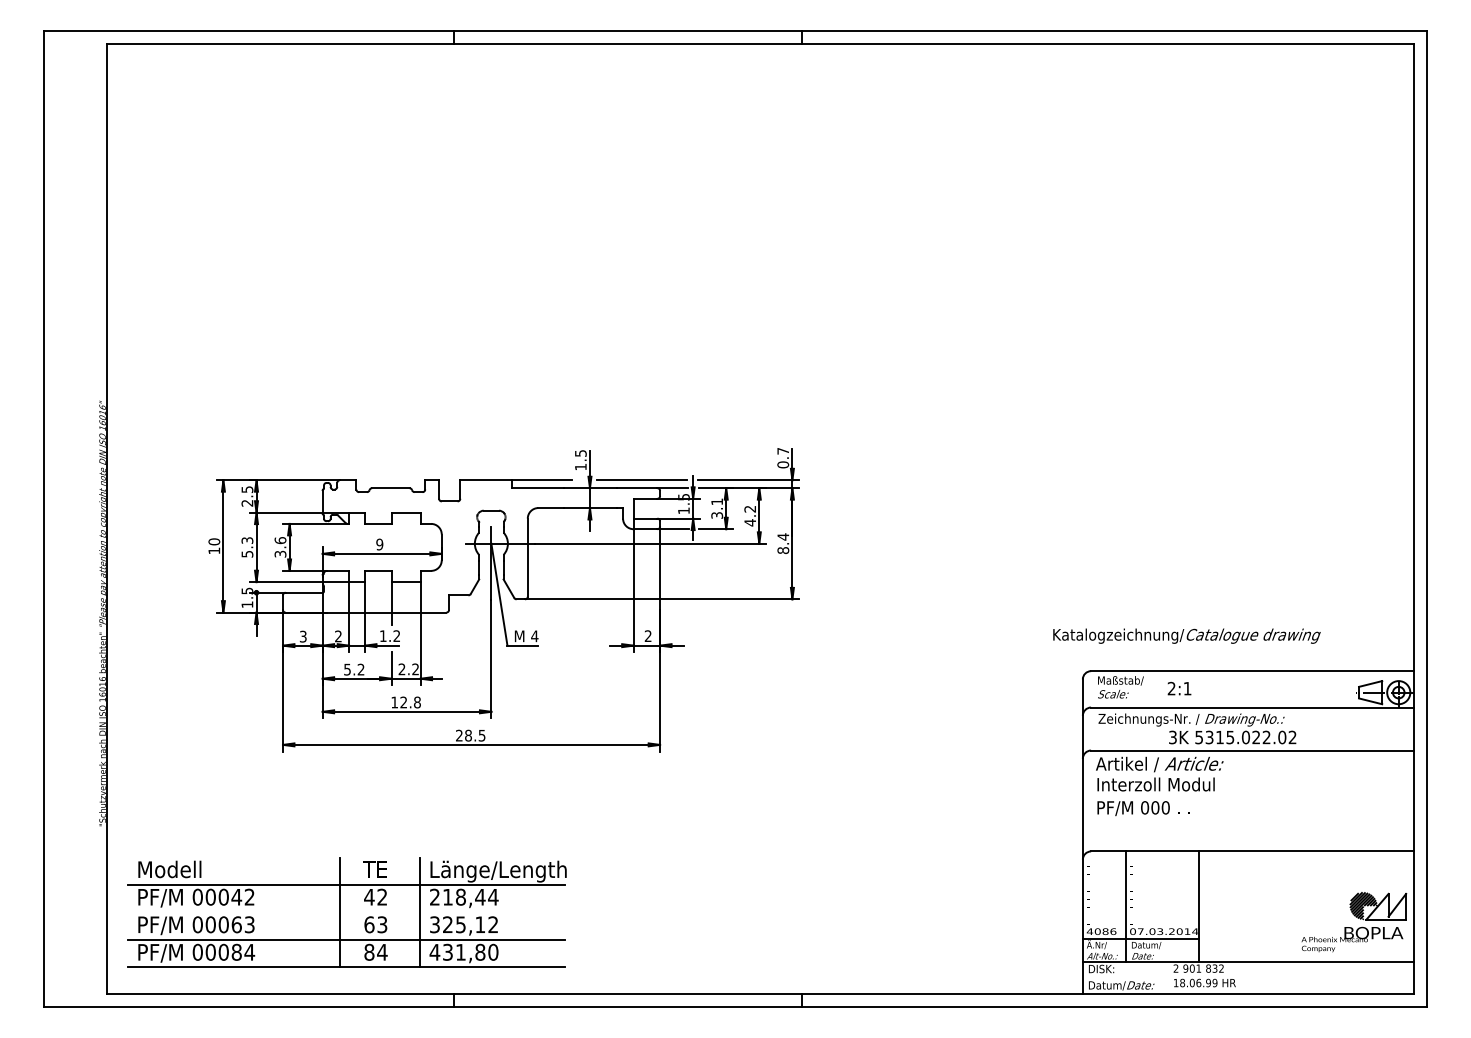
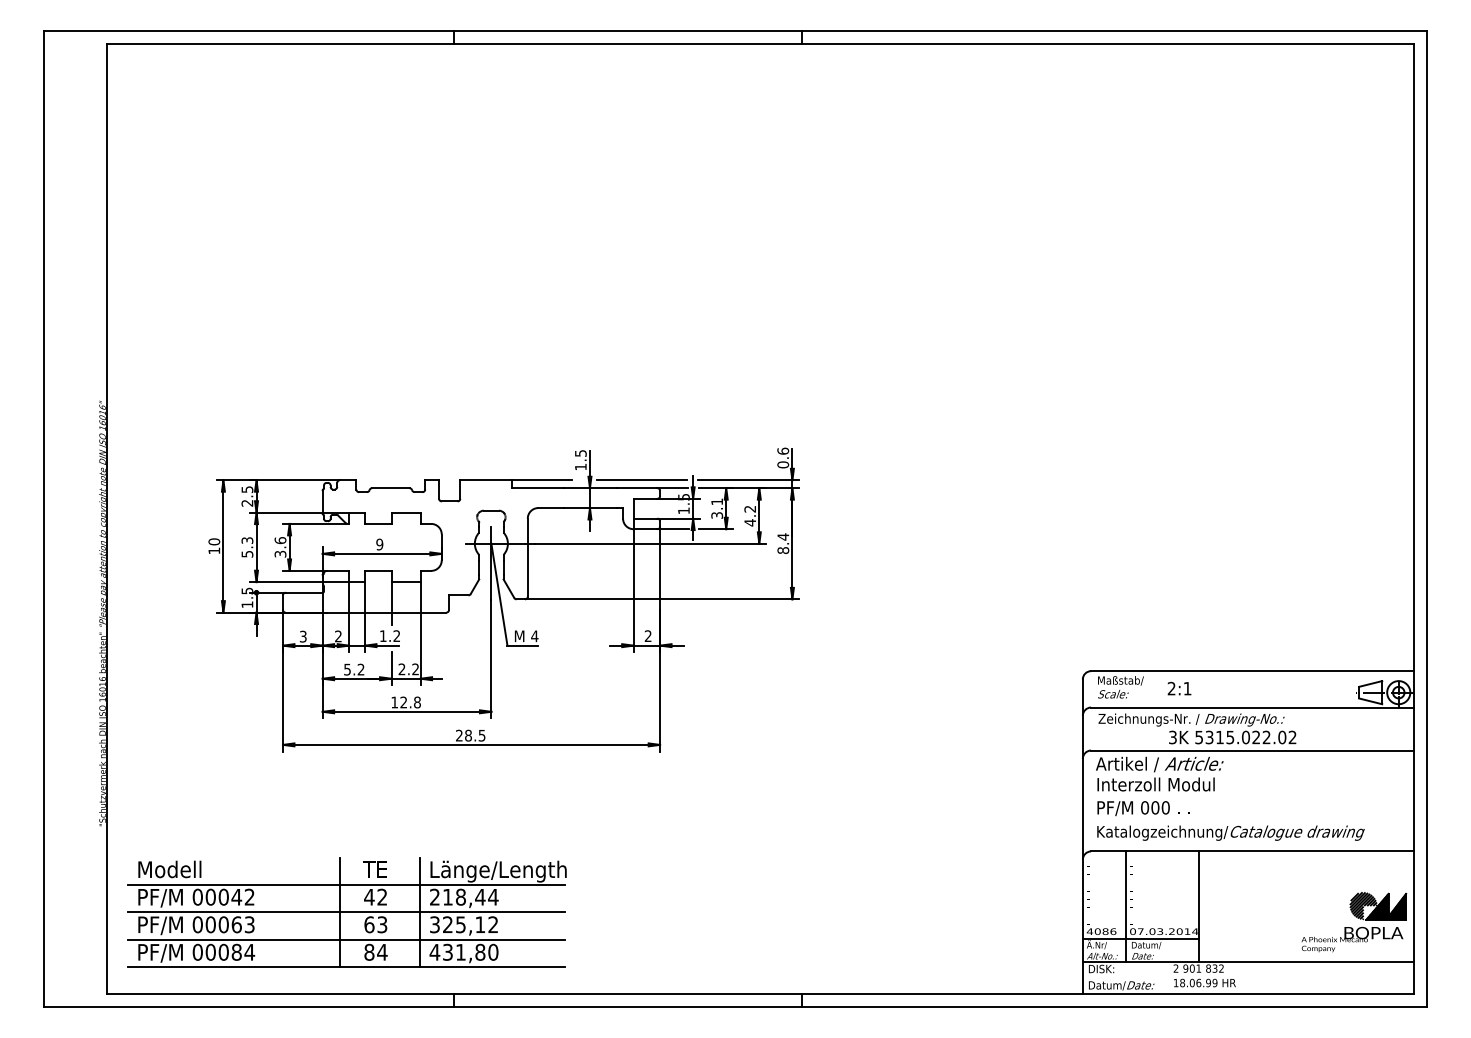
text at (783, 450): 0.7 -> 0.6
text at (1186, 635) position: (1186, 635) -> (1230, 832)
hatch at (1386, 906): none -> present
line at (346, 912): none -> present
